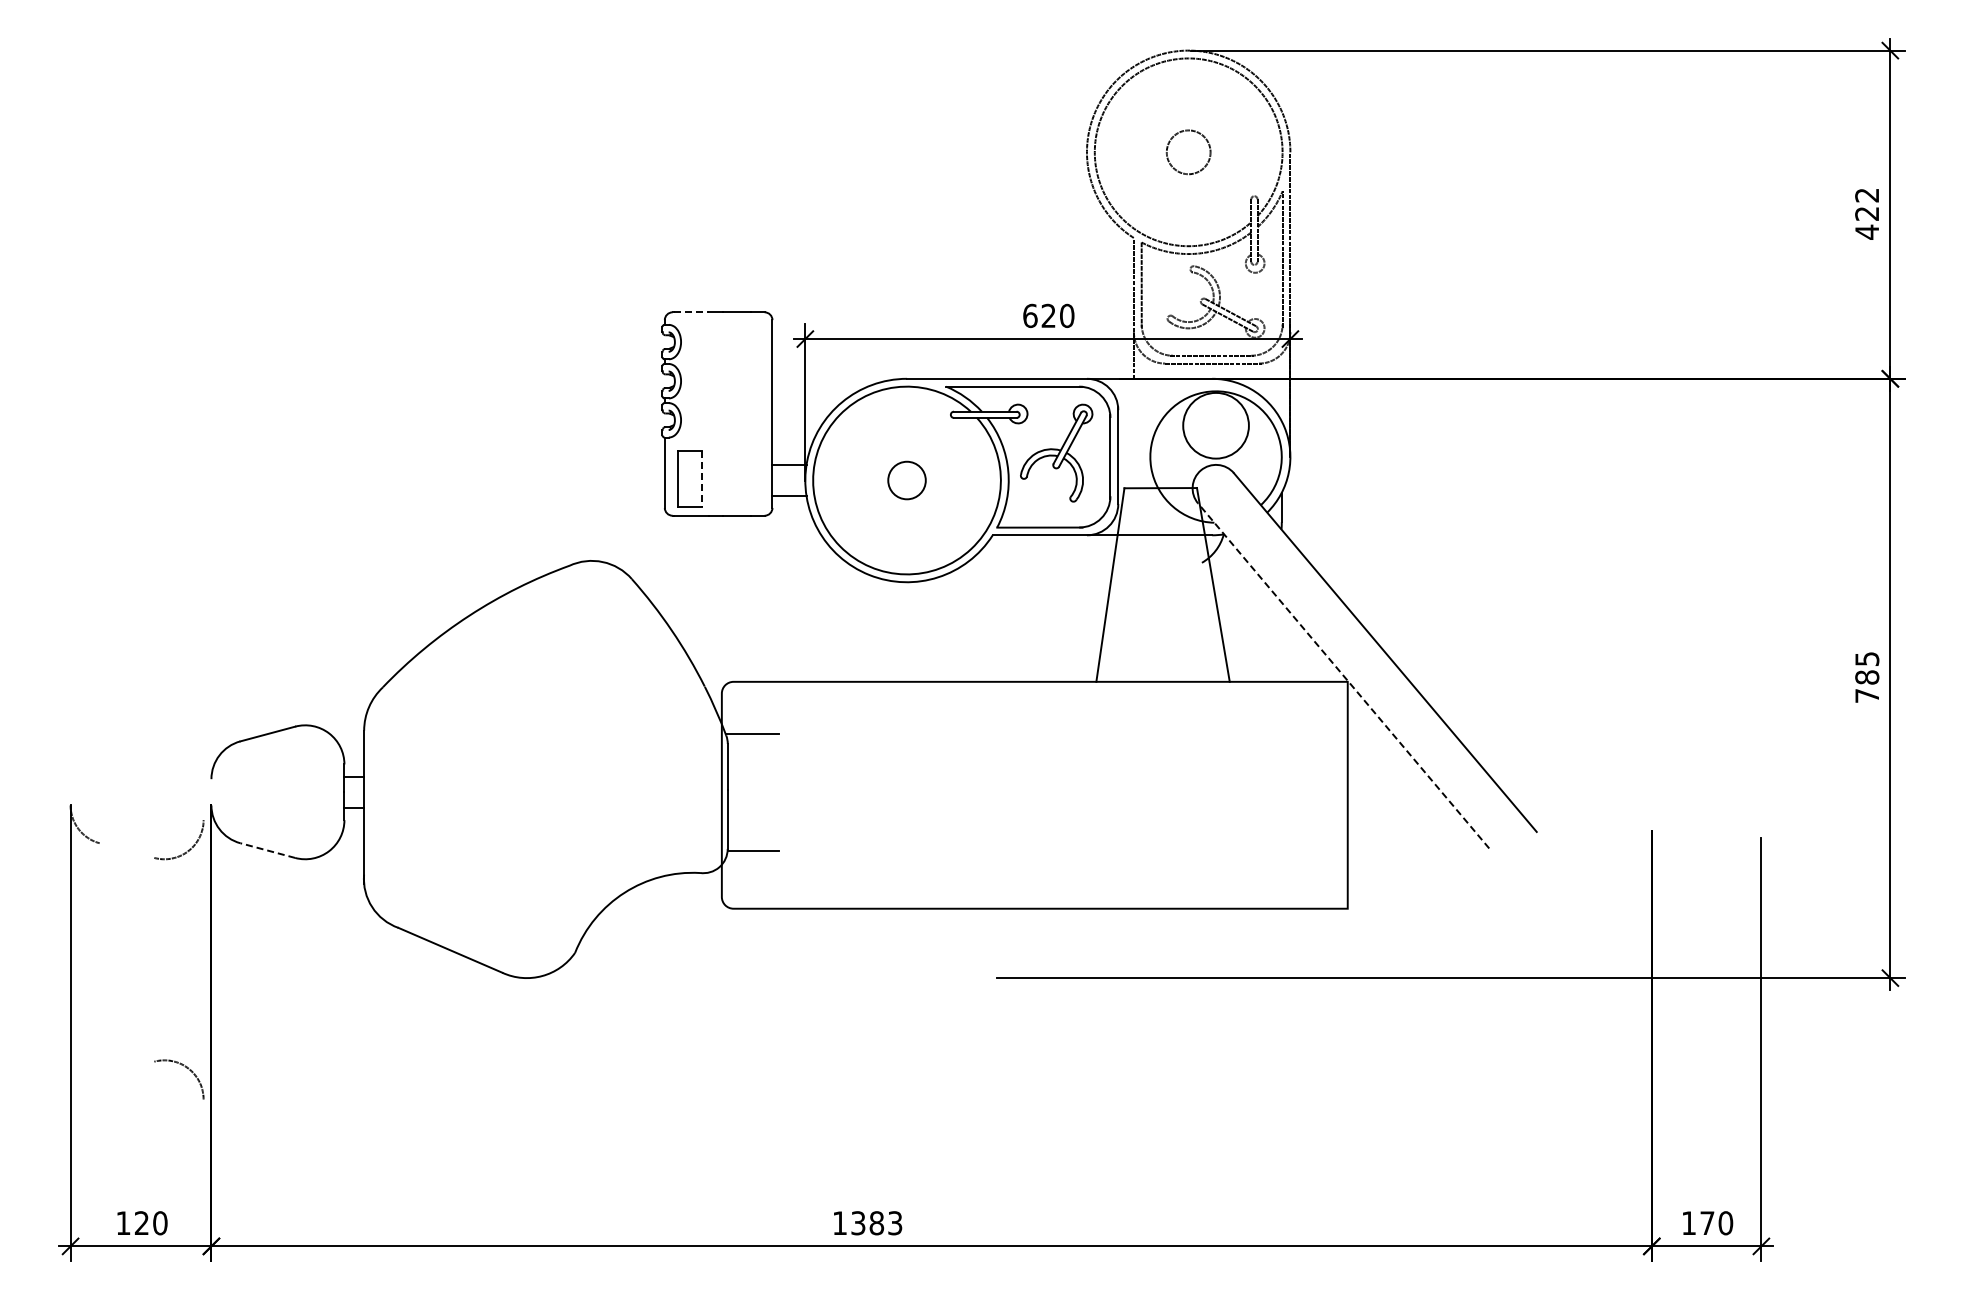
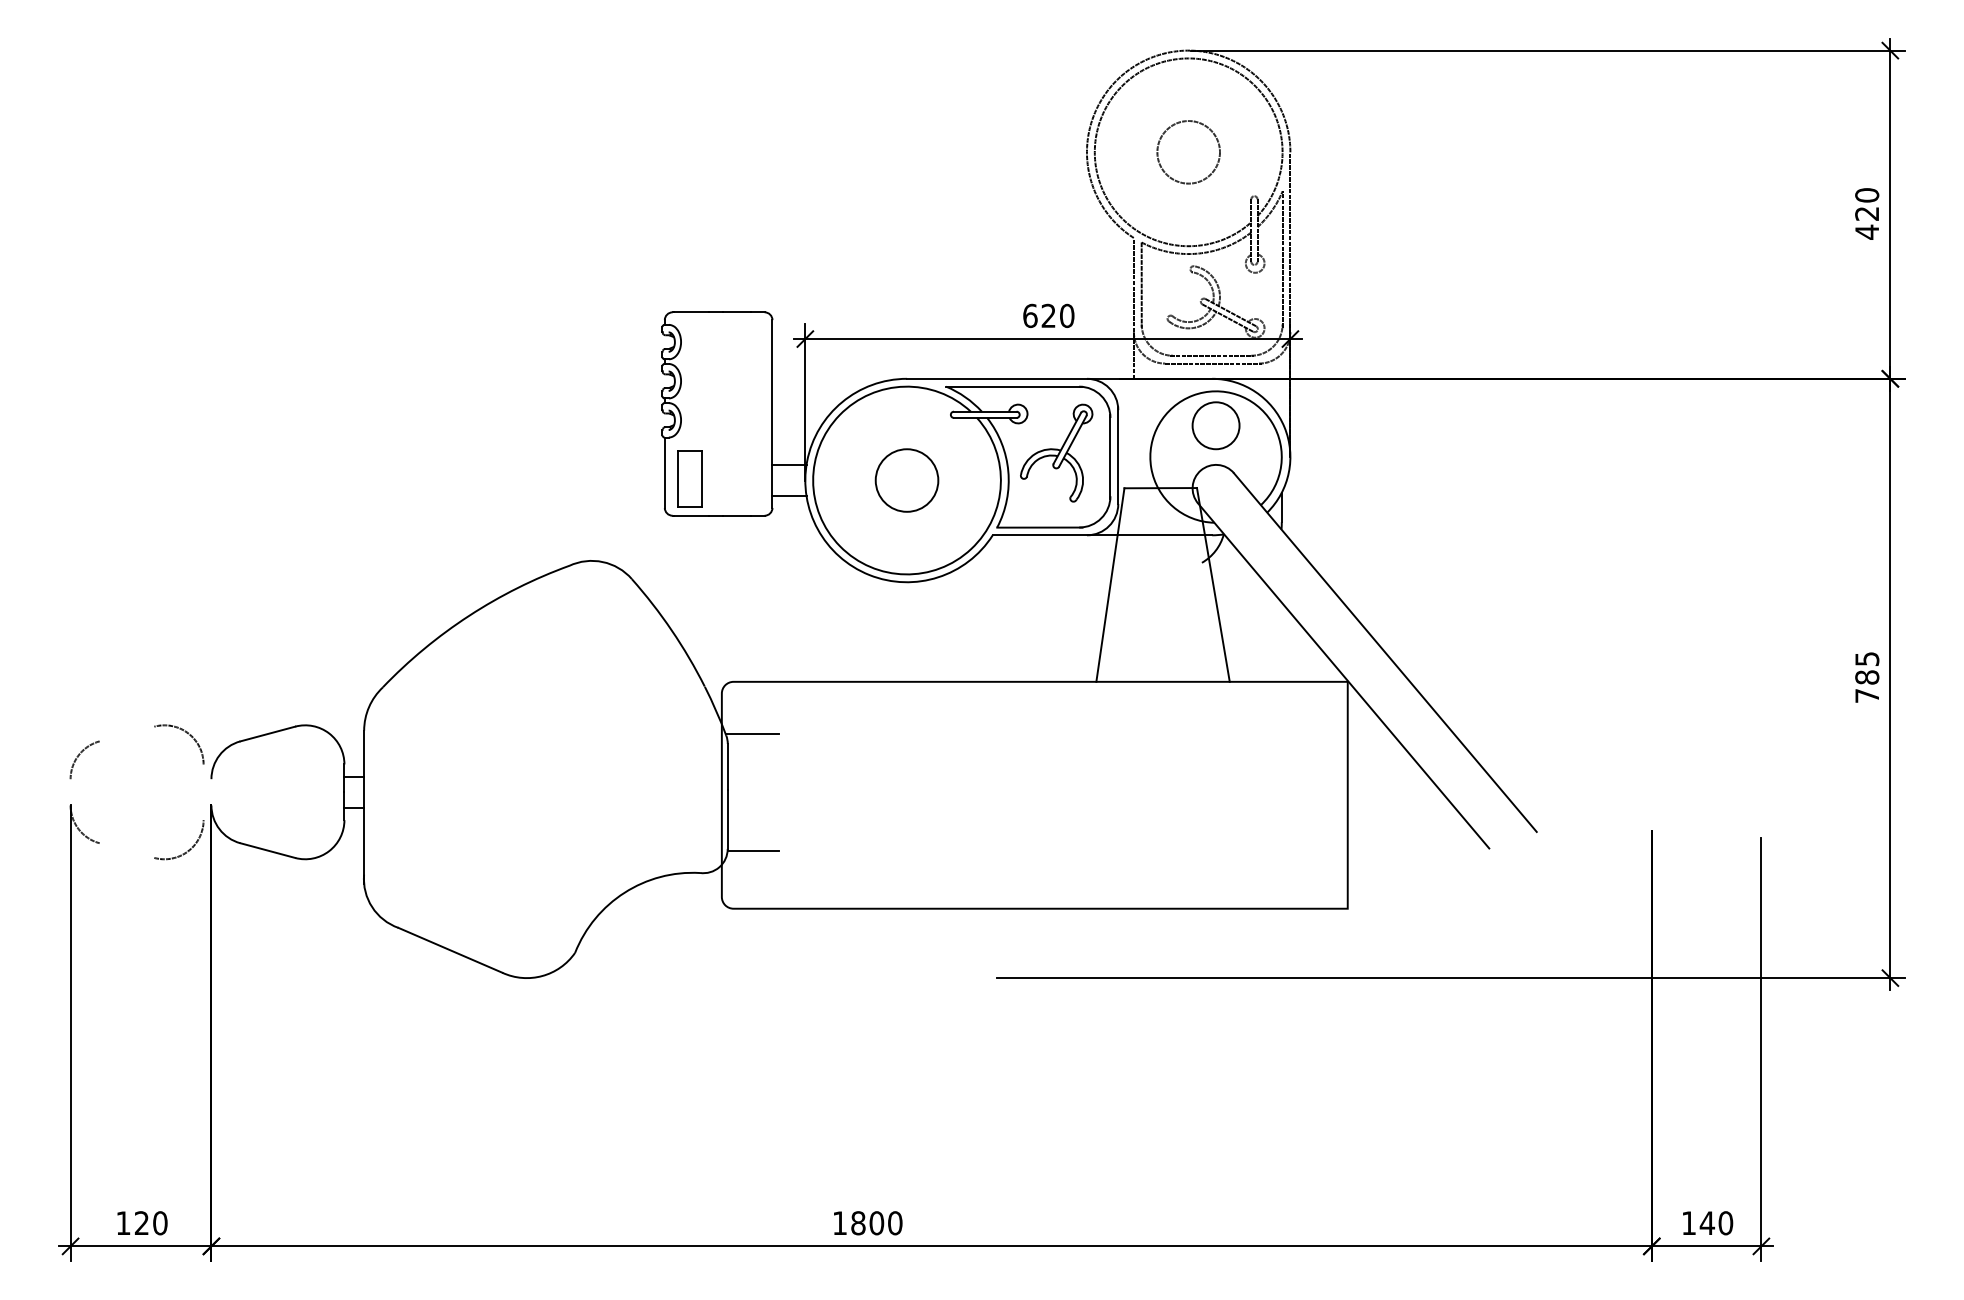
circle at (1188, 152) diameter: 44 px -> 63 px
text at (1867, 195): 422 -> 420
line at (692, 312): dashed -> solid
circle at (1215, 425) diameter: 66 px -> 47 px
line at (702, 479): dashed -> solid
circle at (906, 480) diameter: 38 px -> 63 px
line at (1343, 676): dashed -> solid
arc at (79, 756): none -> present
line at (267, 850): dashed -> solid
arc at (186, 1068) position: (186, 1068) -> (186, 733)
text at (1707, 1222): 170 -> 140
text at (876, 1223): 1383 -> 1800
